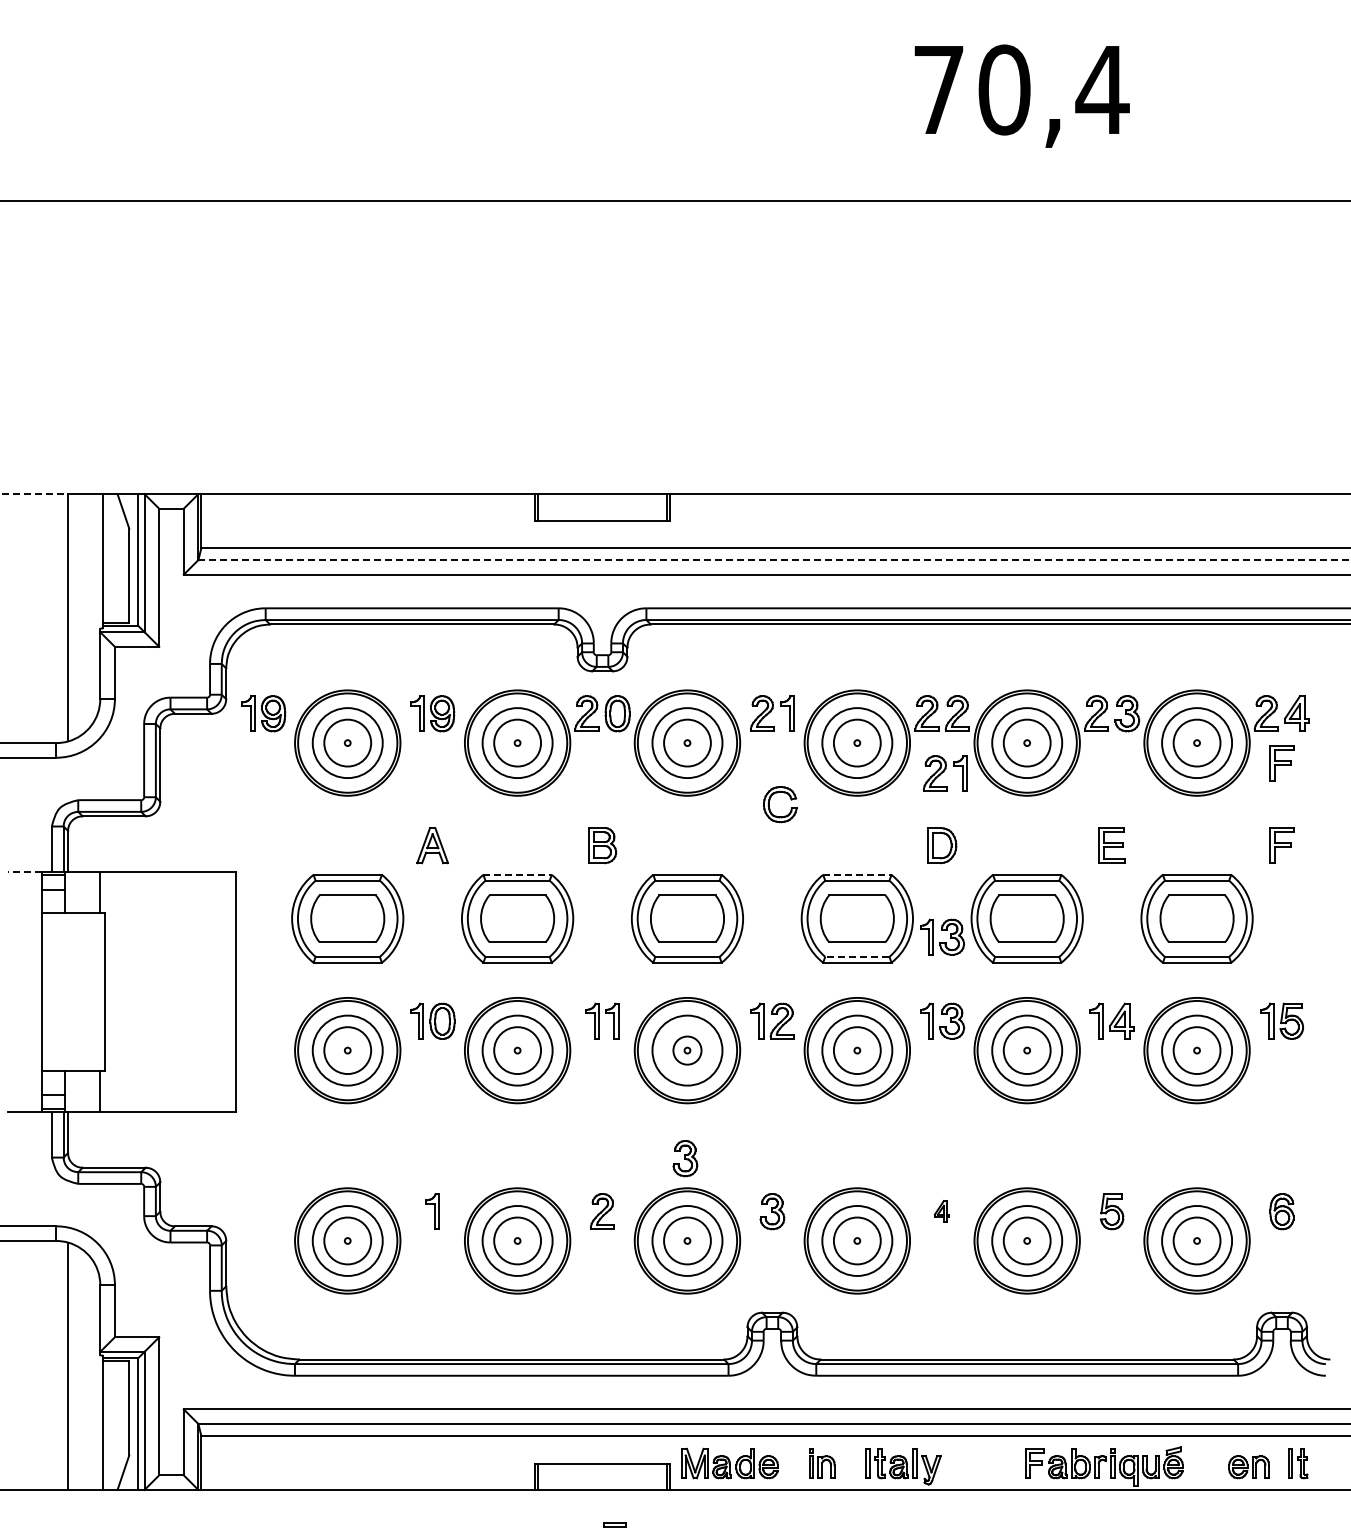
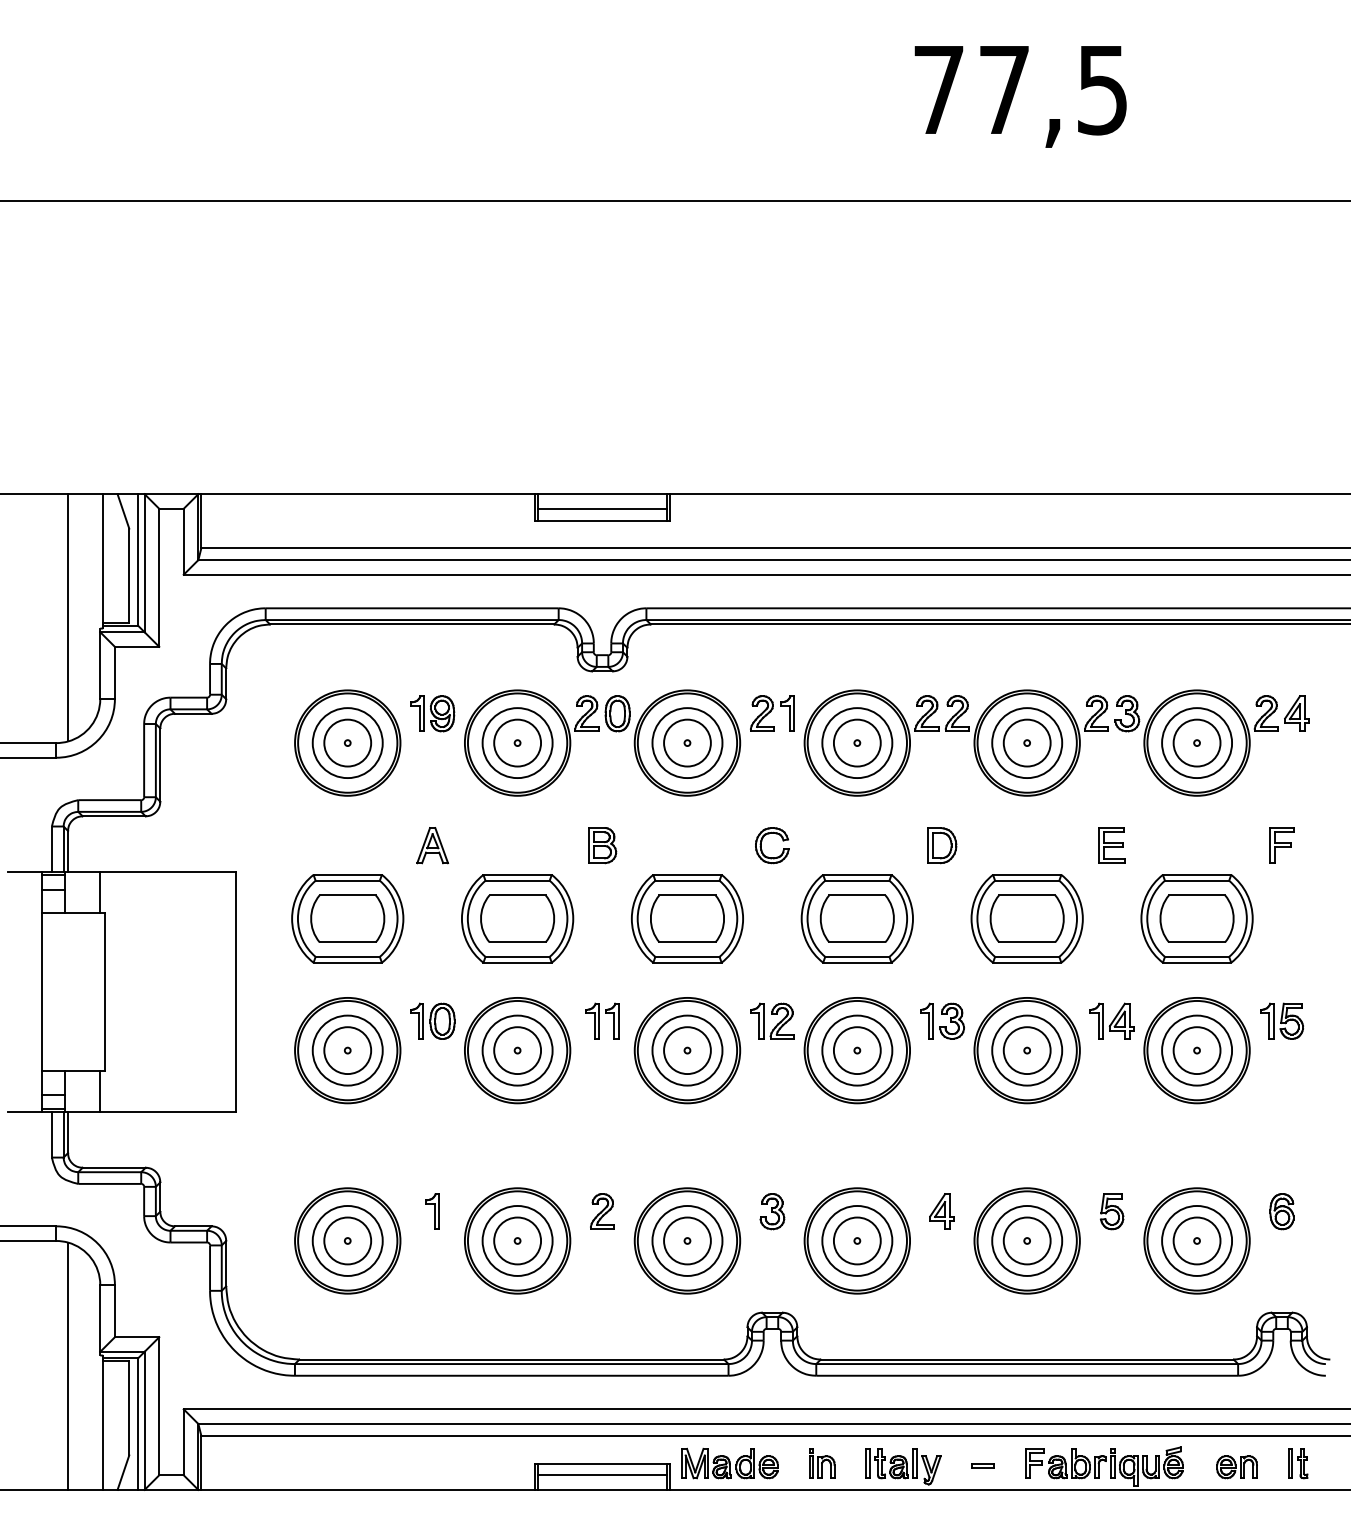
text at (1053, 89): 70,4 -> 77,5
line at (34, 494): dashed -> solid
line at (602, 508): none -> present
line at (774, 560): dashed -> solid
part at (263, 713): present -> none
part at (1281, 763): present -> none
part at (945, 773): present -> none
part at (770, 800) position: (770, 800) -> (762, 841)
line at (24, 871): dashed -> solid
line at (518, 874): dashed -> solid
line at (857, 874): dashed -> solid
part at (942, 936): present -> none
line at (856, 956): dashed -> solid
circle at (687, 1050) diameter: 28 px -> 47 px
part at (685, 1158): present -> none
part at (941, 1211) size: 17x23 px -> 26x37 px
part at (1248, 1467) position: (1248, 1467) -> (1236, 1467)
line at (602, 1475): none -> present
part at (614, 1524) position: (614, 1524) -> (982, 1465)
